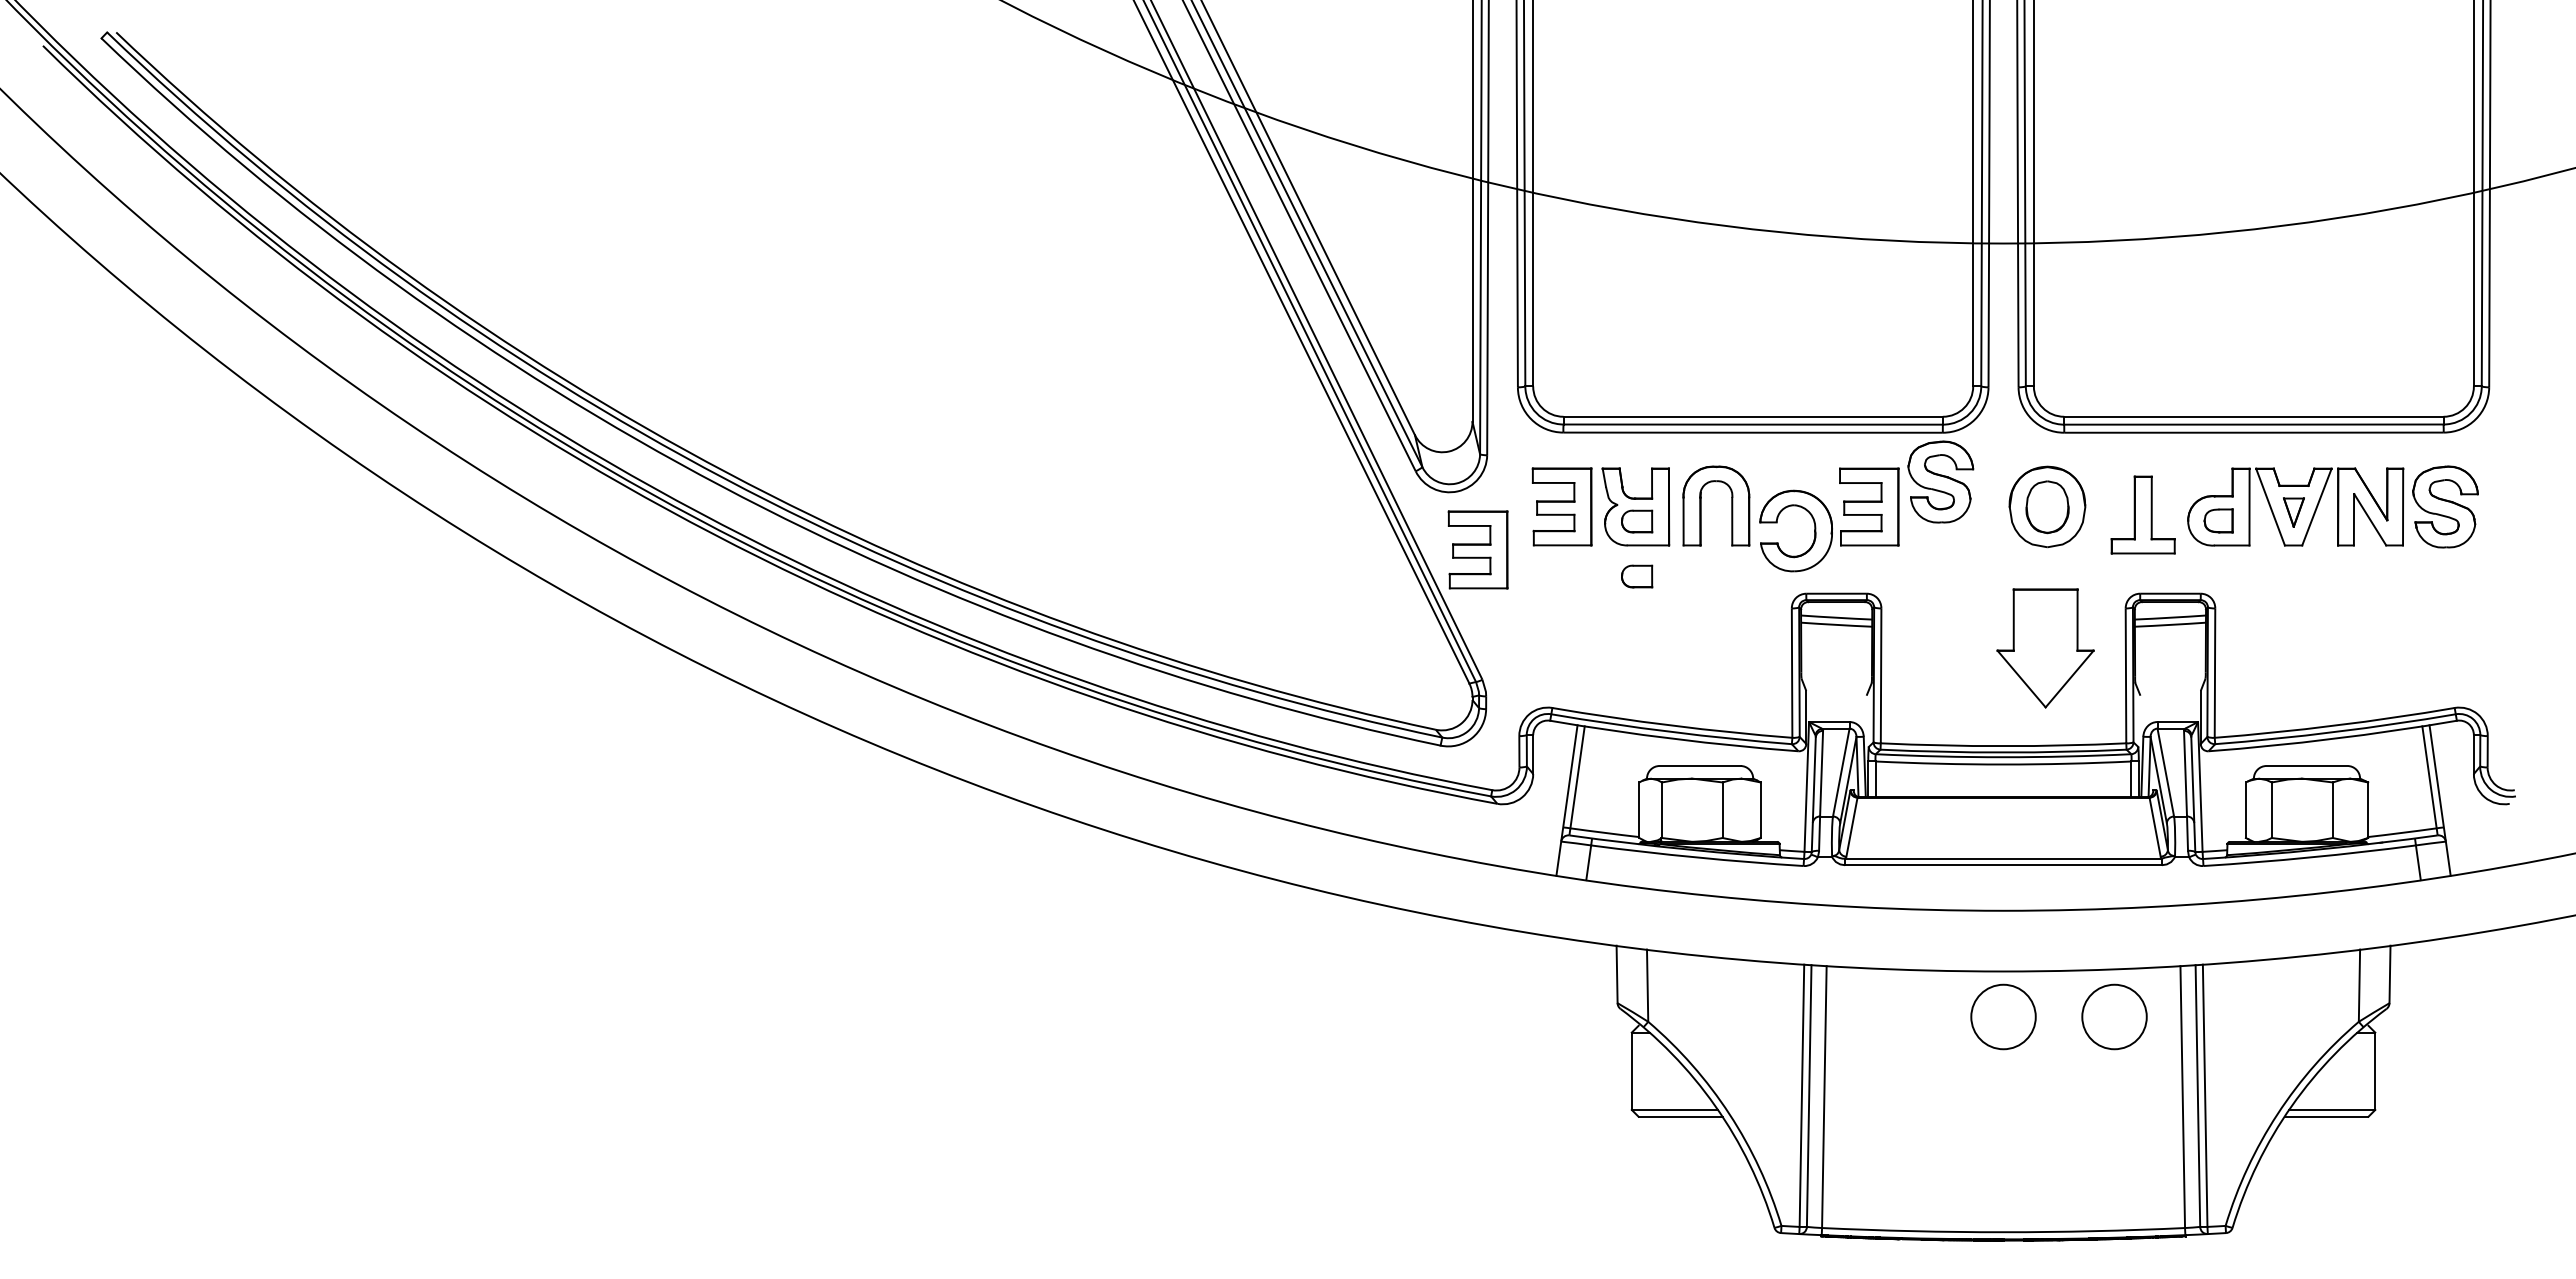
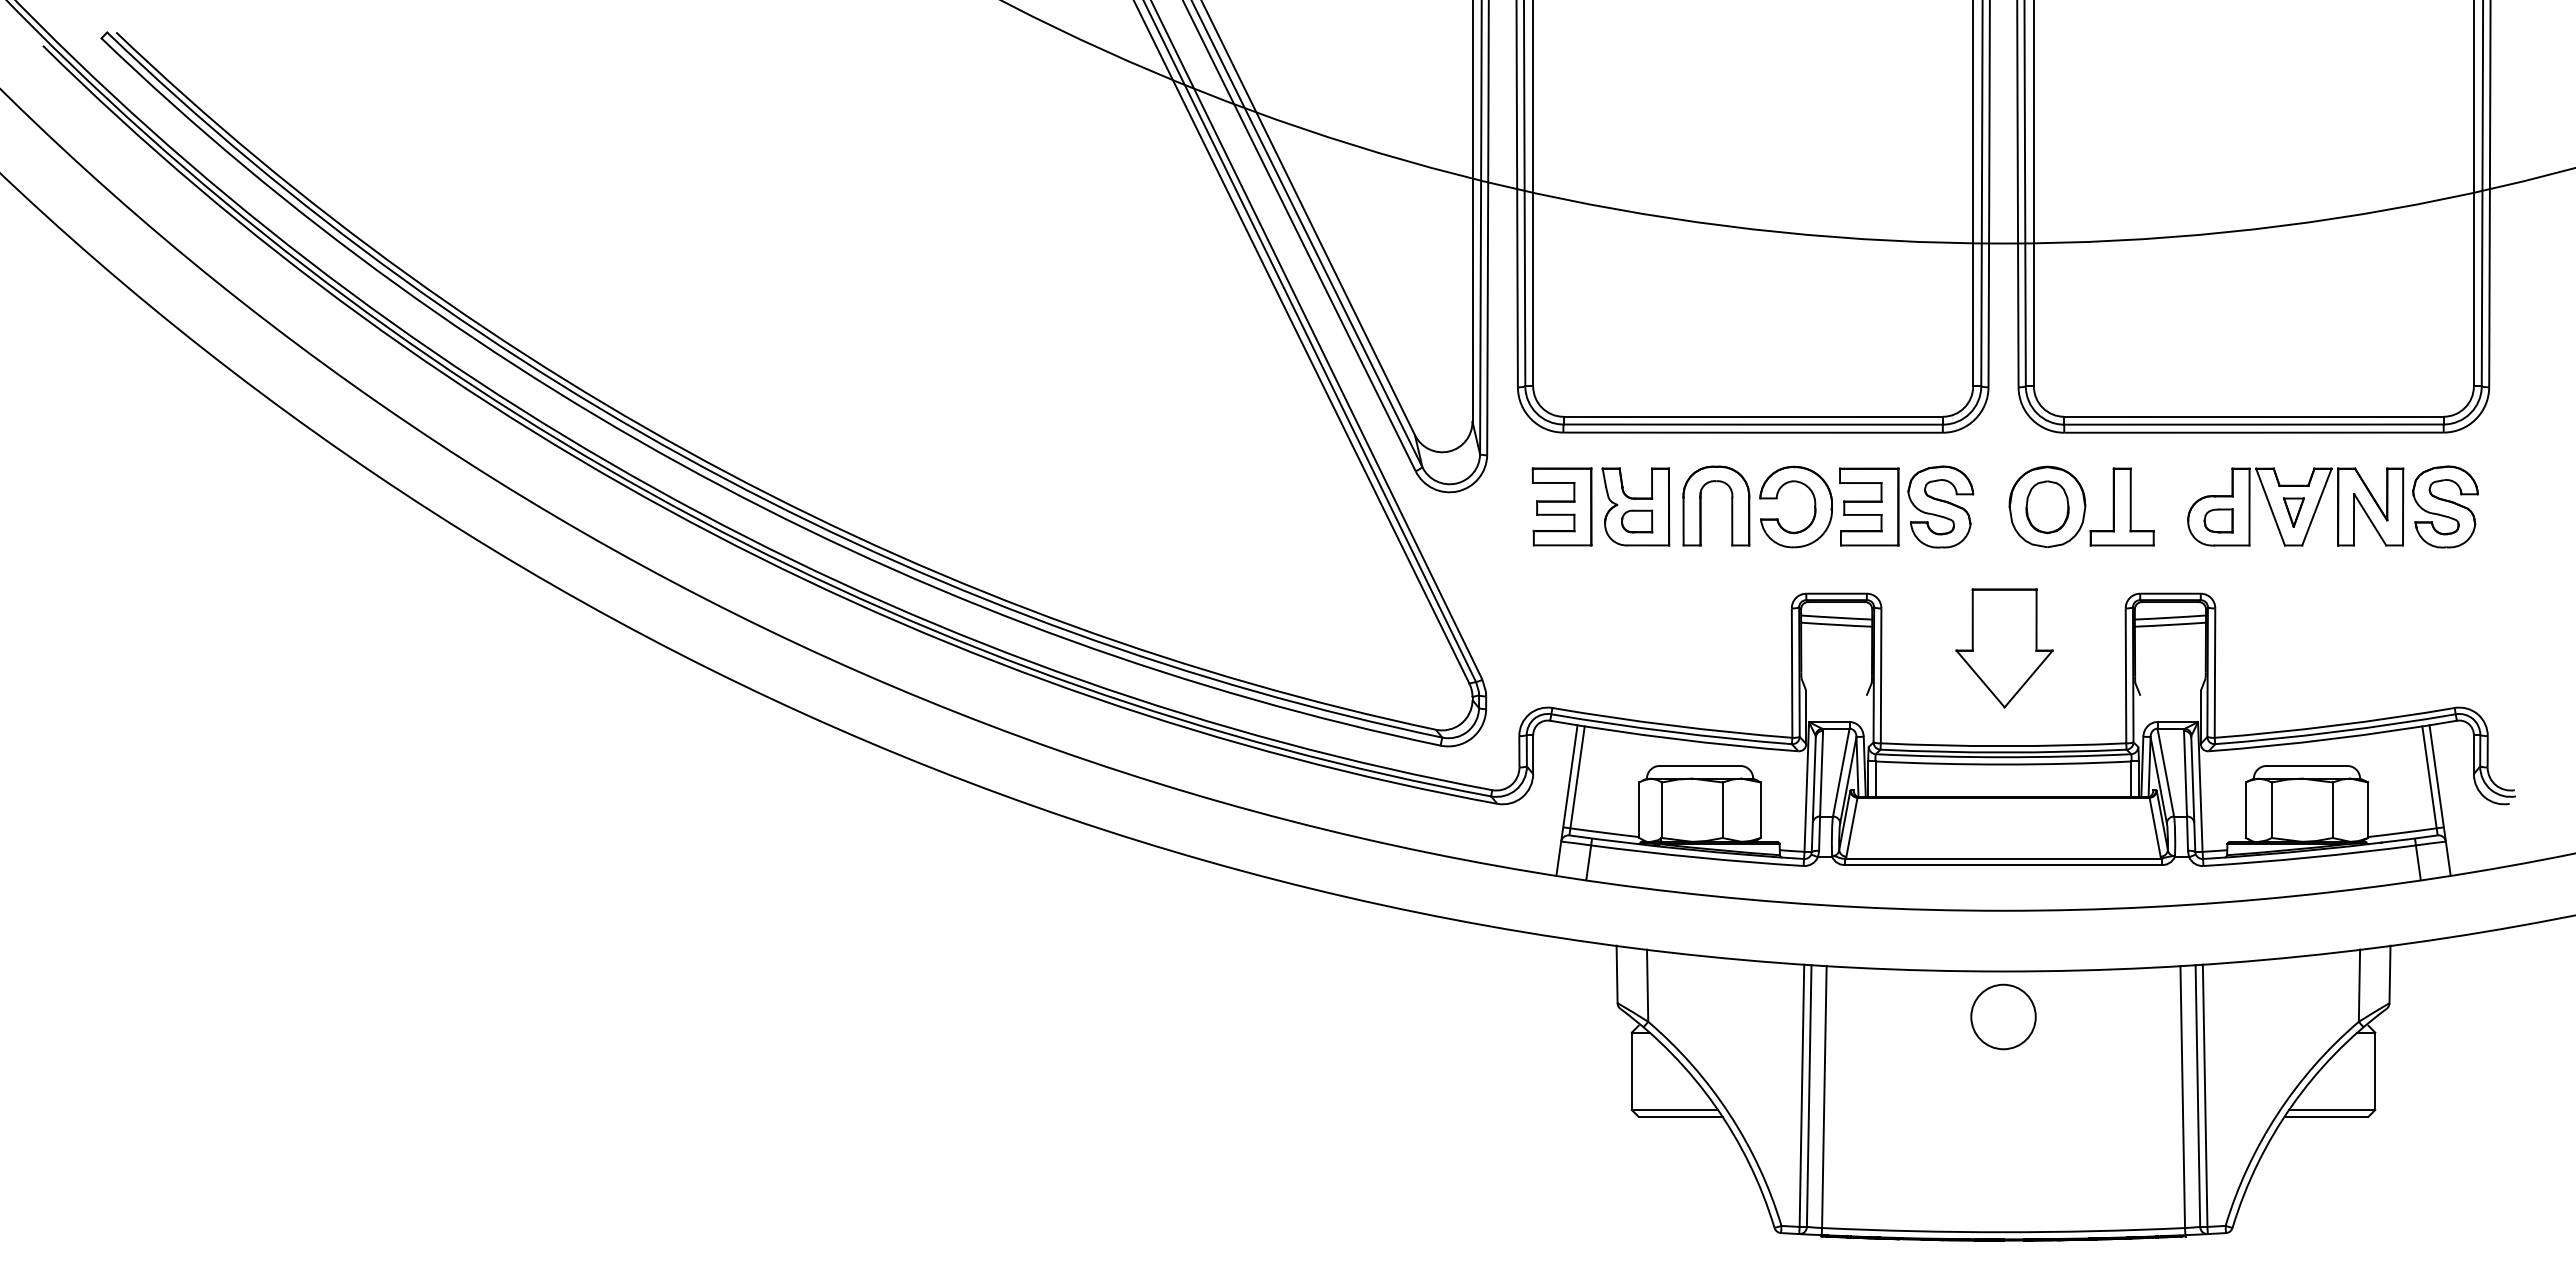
part at (1940, 481) position: (1940, 481) -> (1940, 506)
part at (2142, 514) position: (2142, 514) -> (2121, 506)
part at (1814, 530) position: (1814, 530) -> (1814, 506)
part at (1477, 549): present -> none
part at (1637, 576): present -> none
part at (2045, 648) position: (2045, 648) -> (2004, 648)
circle at (2114, 1016): present -> none
